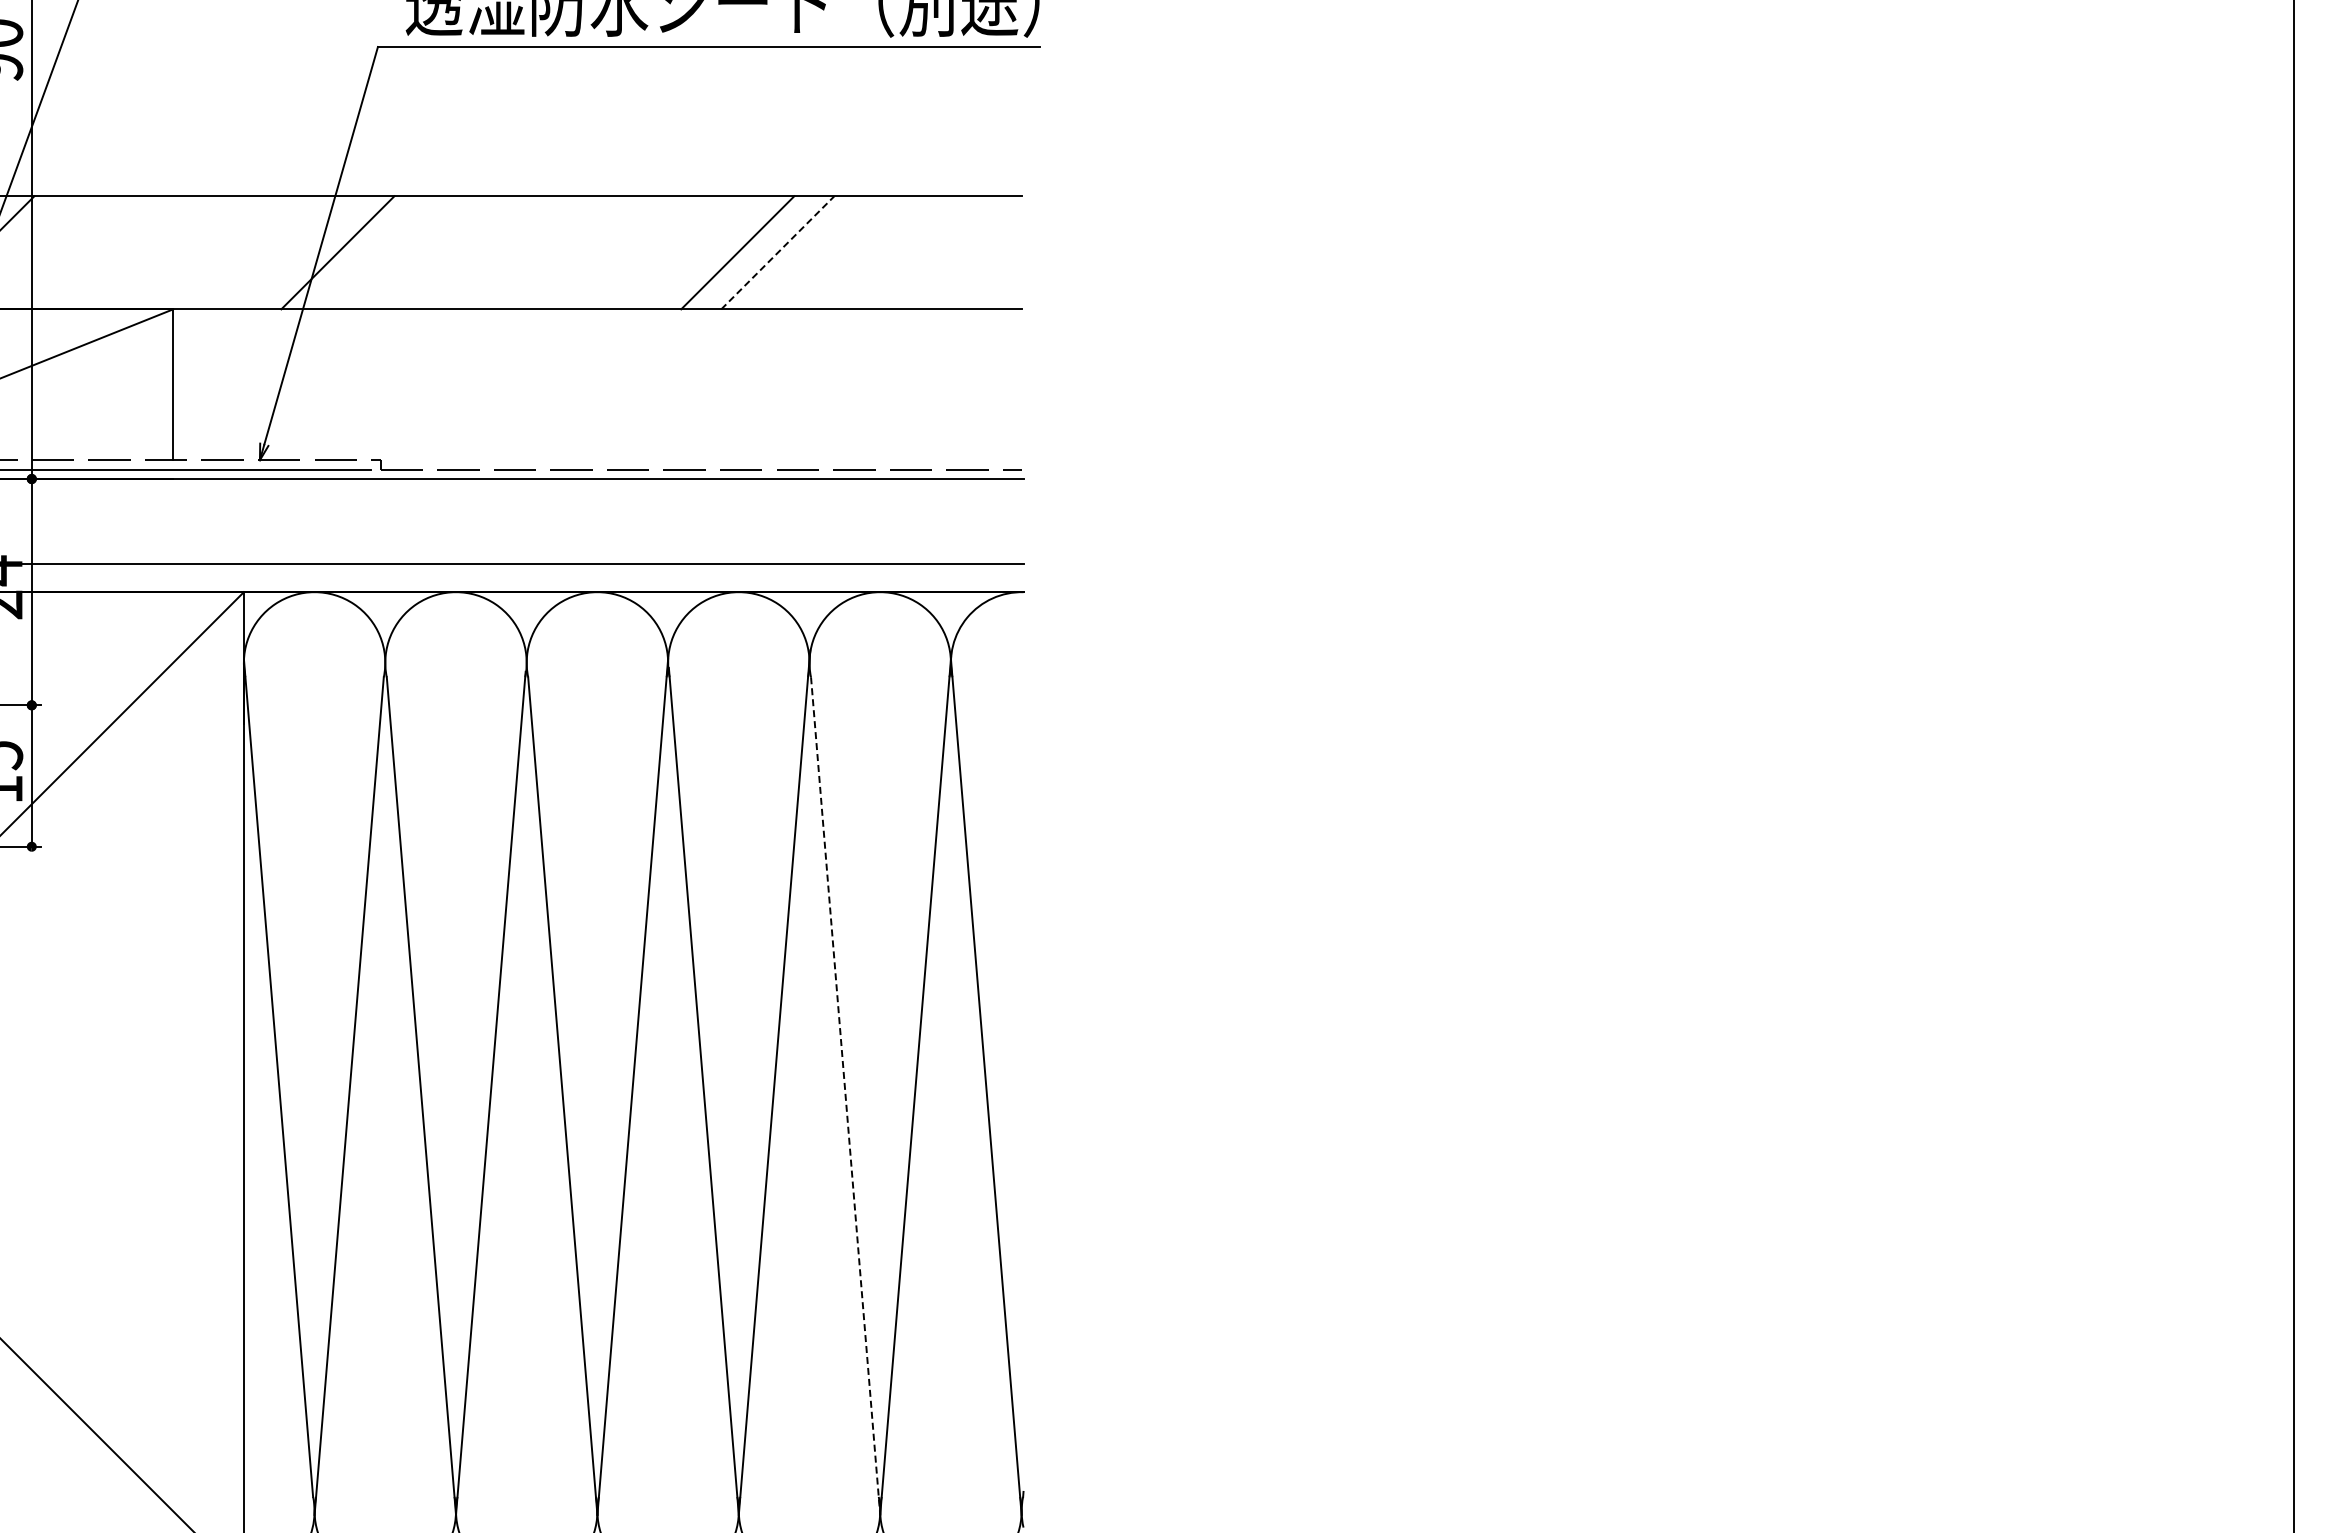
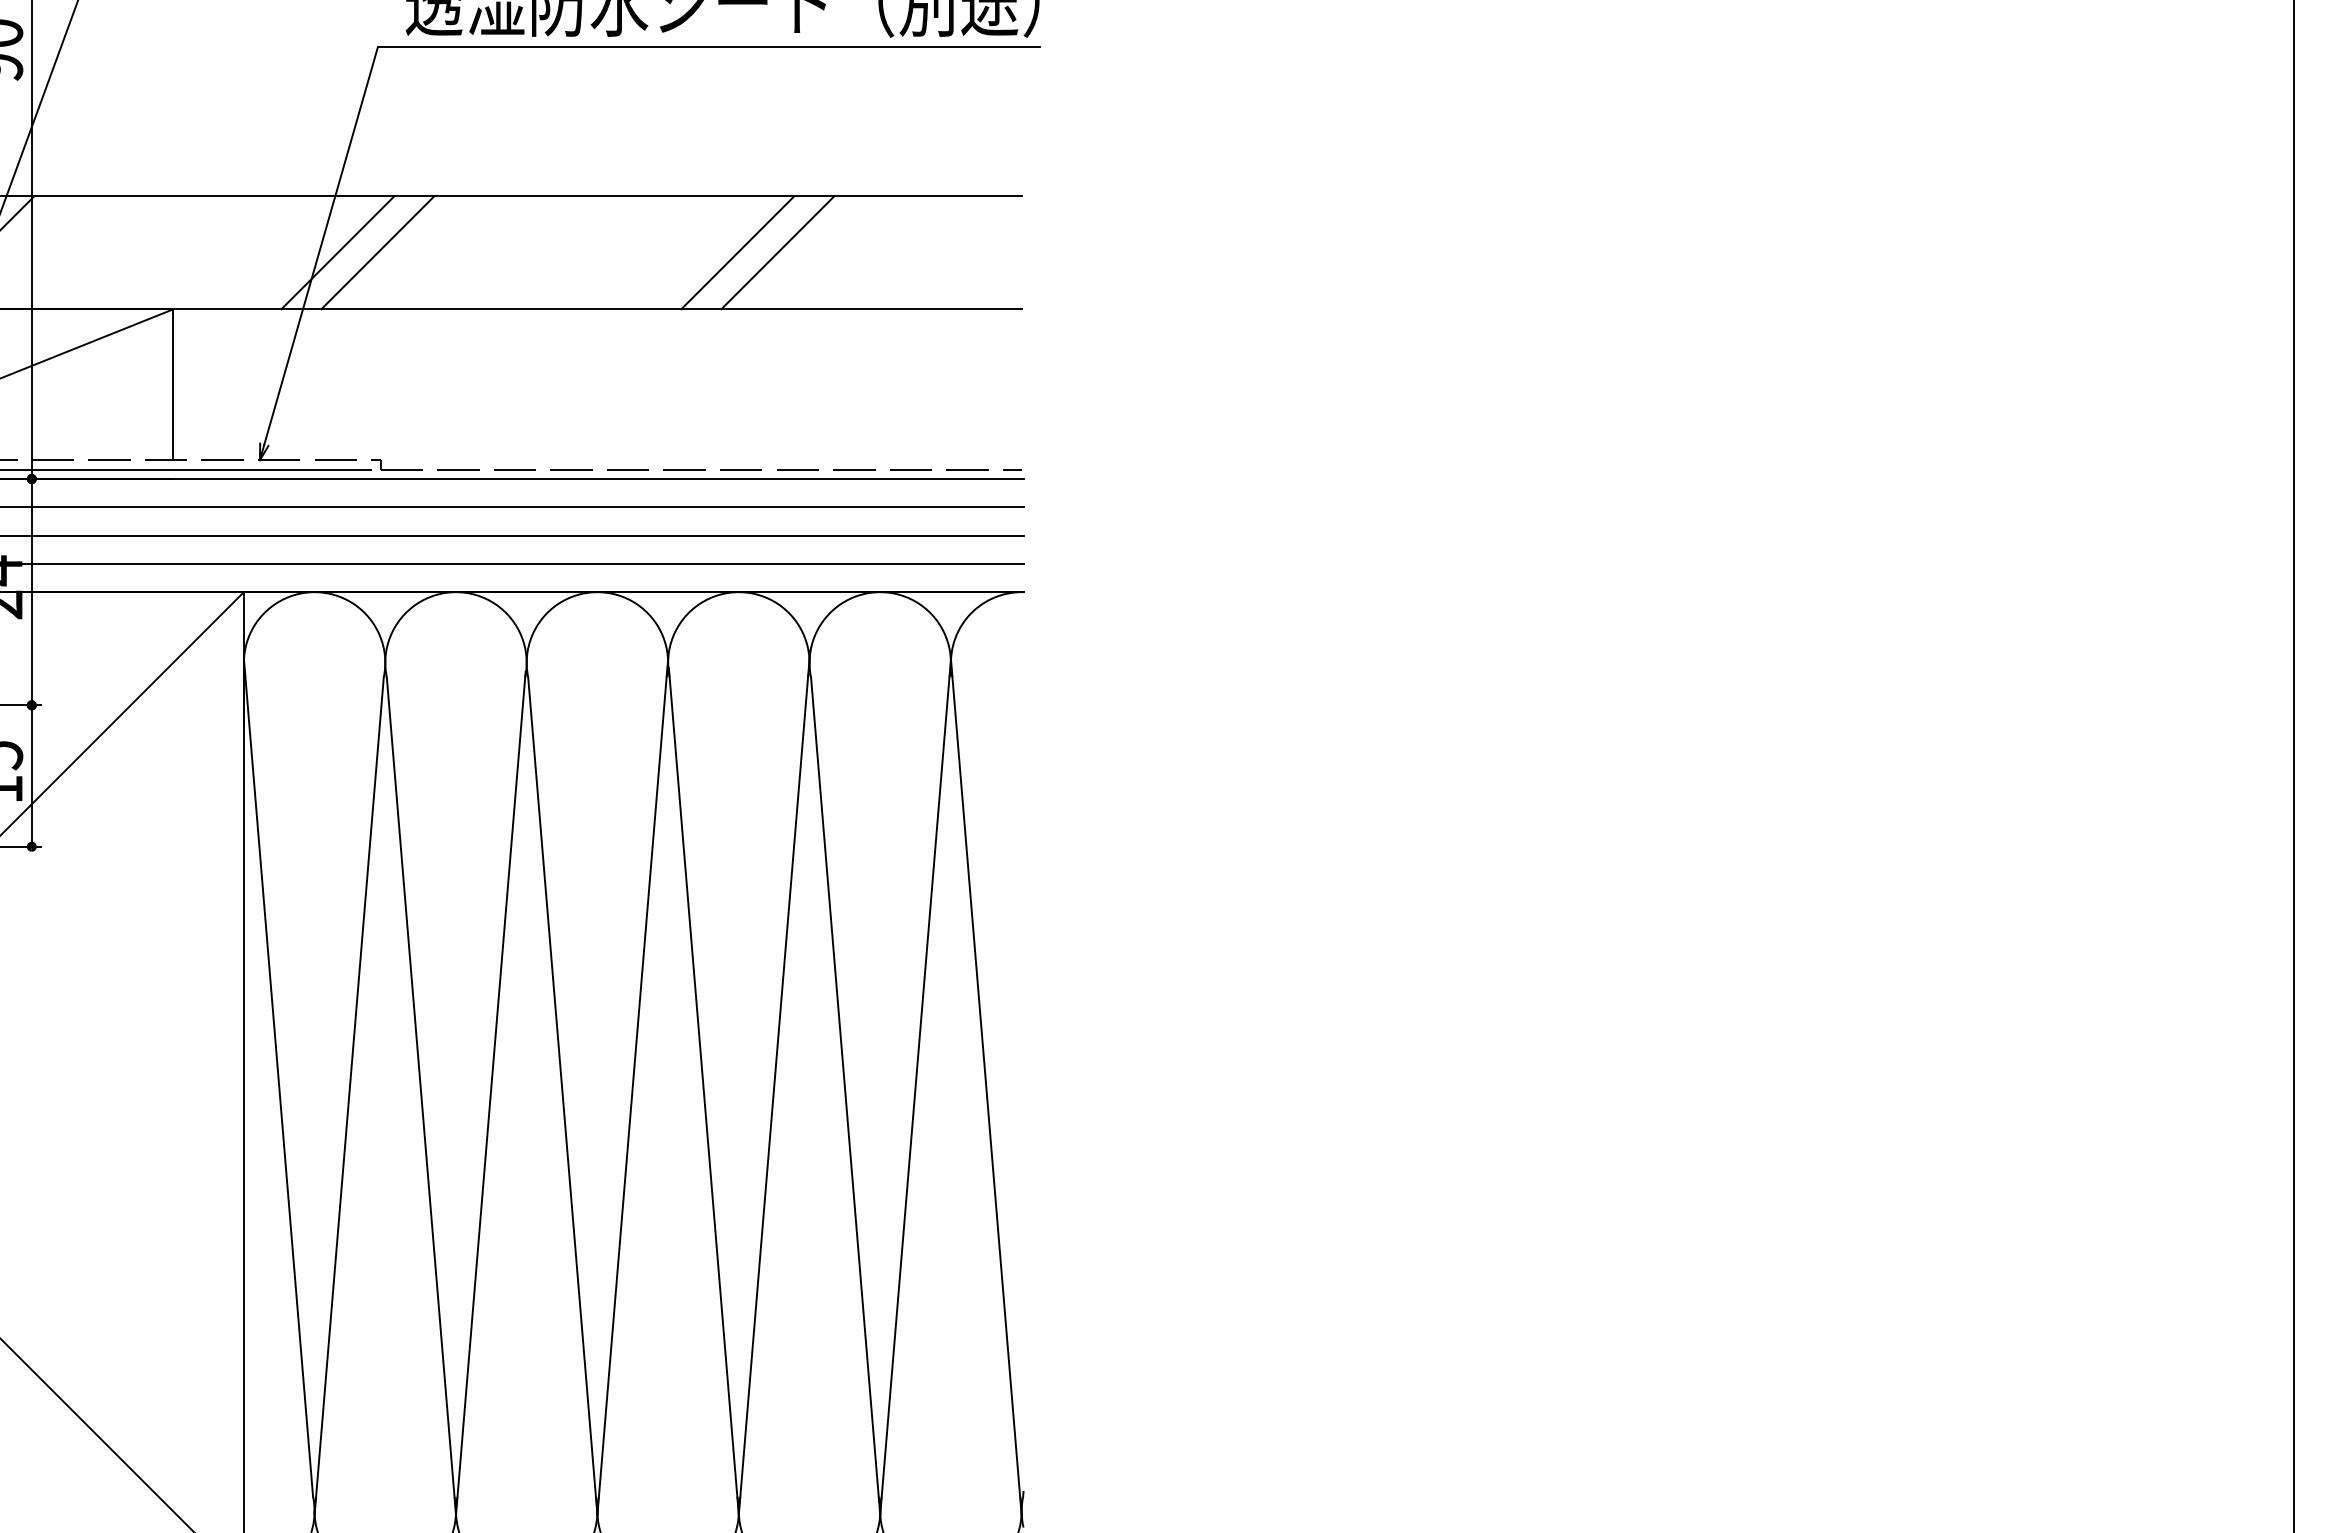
line at (377, 252): none -> present
line at (777, 252): dashed -> solid
line at (512, 507): none -> present
line at (512, 535): none -> present
line at (845, 1096): dashed -> solid
